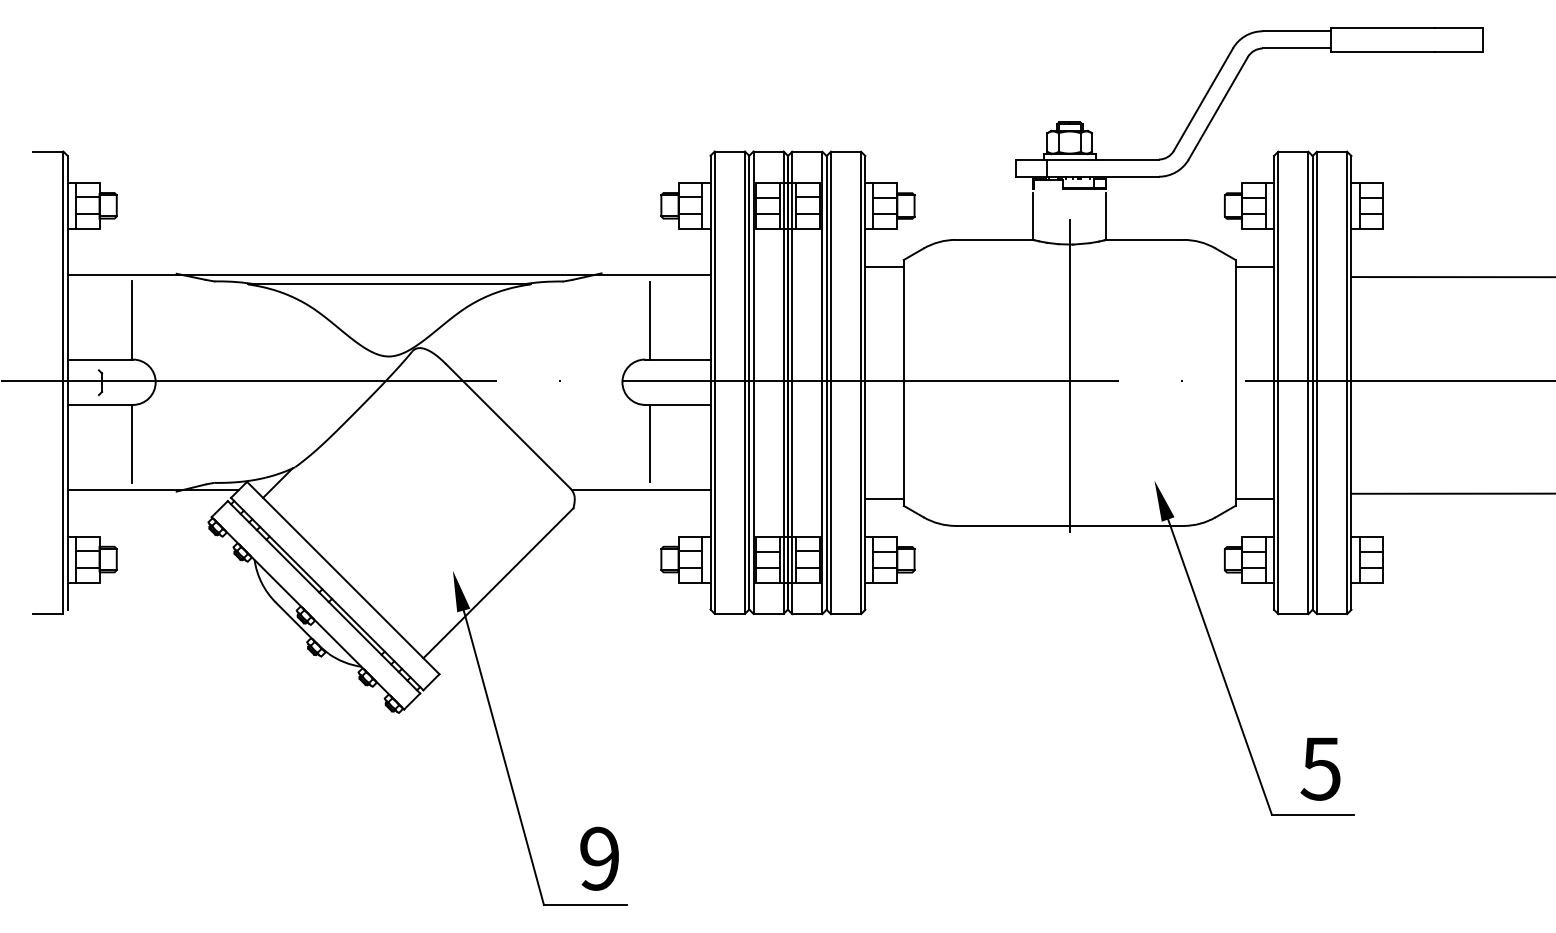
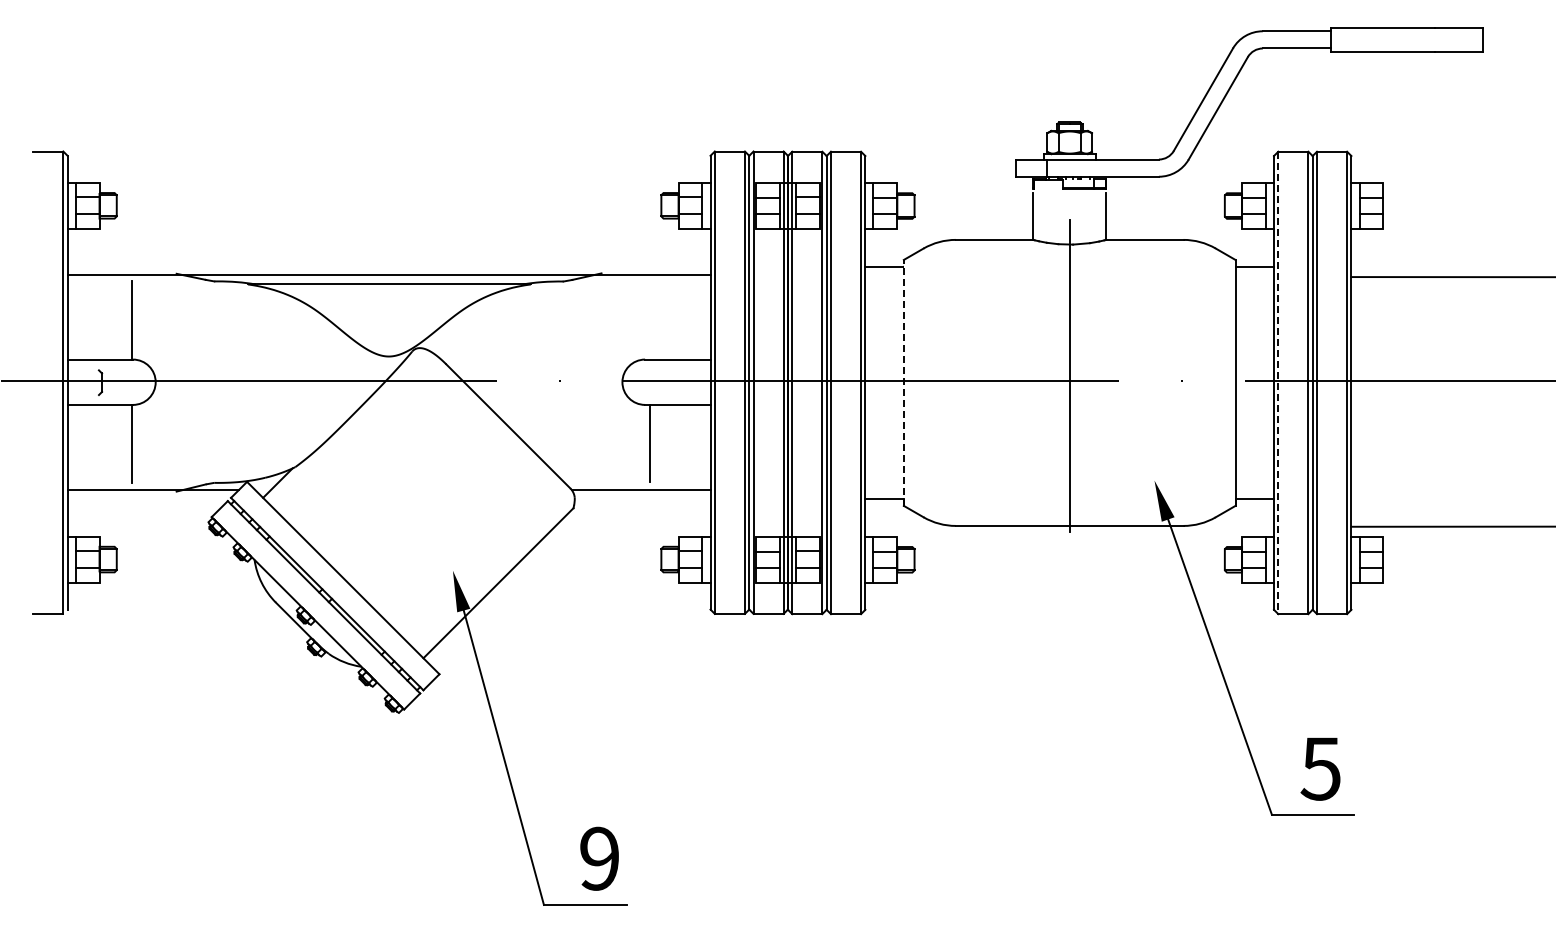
line at (650, 320): present -> none
line at (903, 382): solid -> dashed
line at (1278, 383): solid -> dashed
line at (1451, 493) position: (1451, 493) -> (1451, 526)
